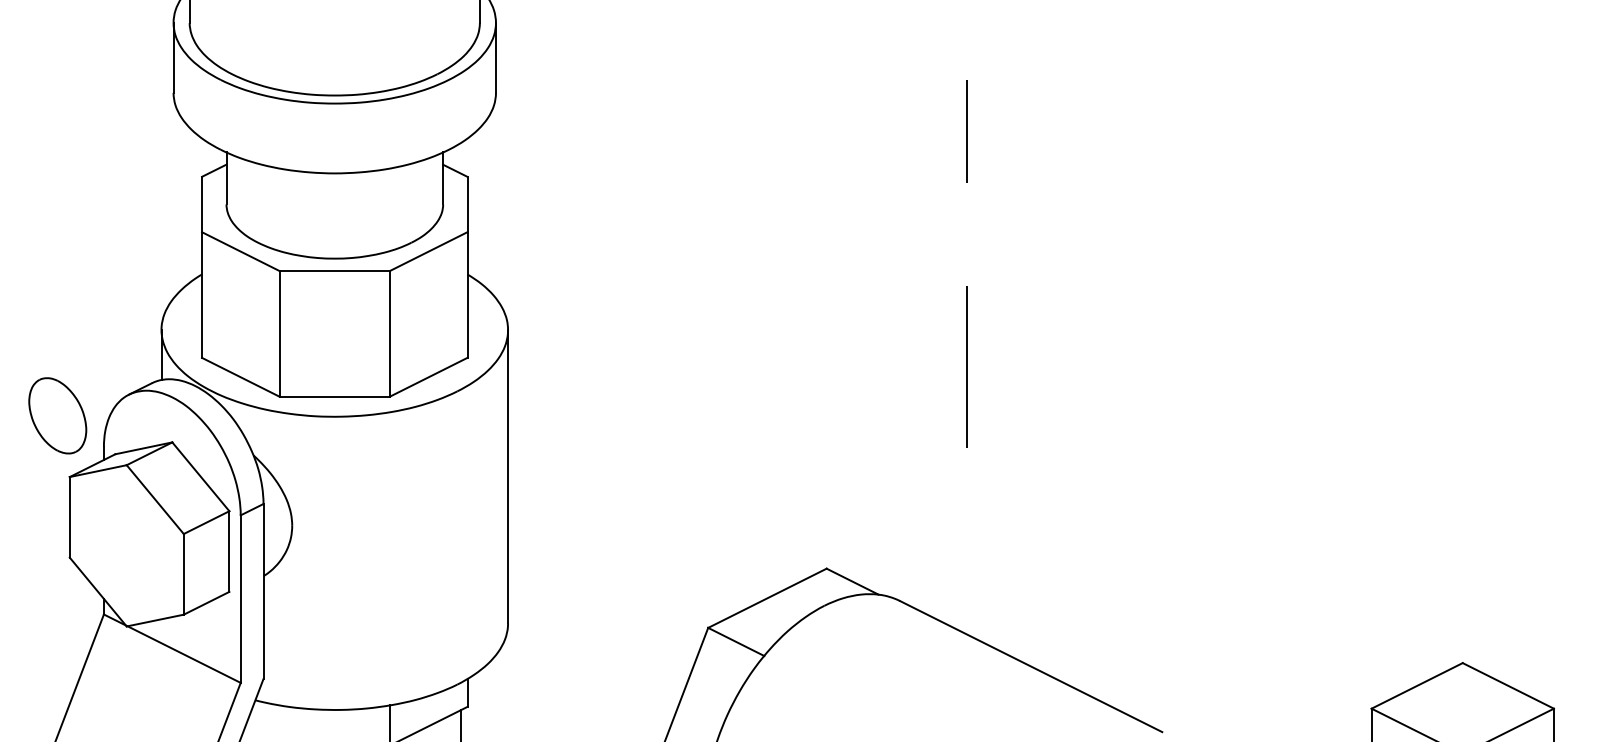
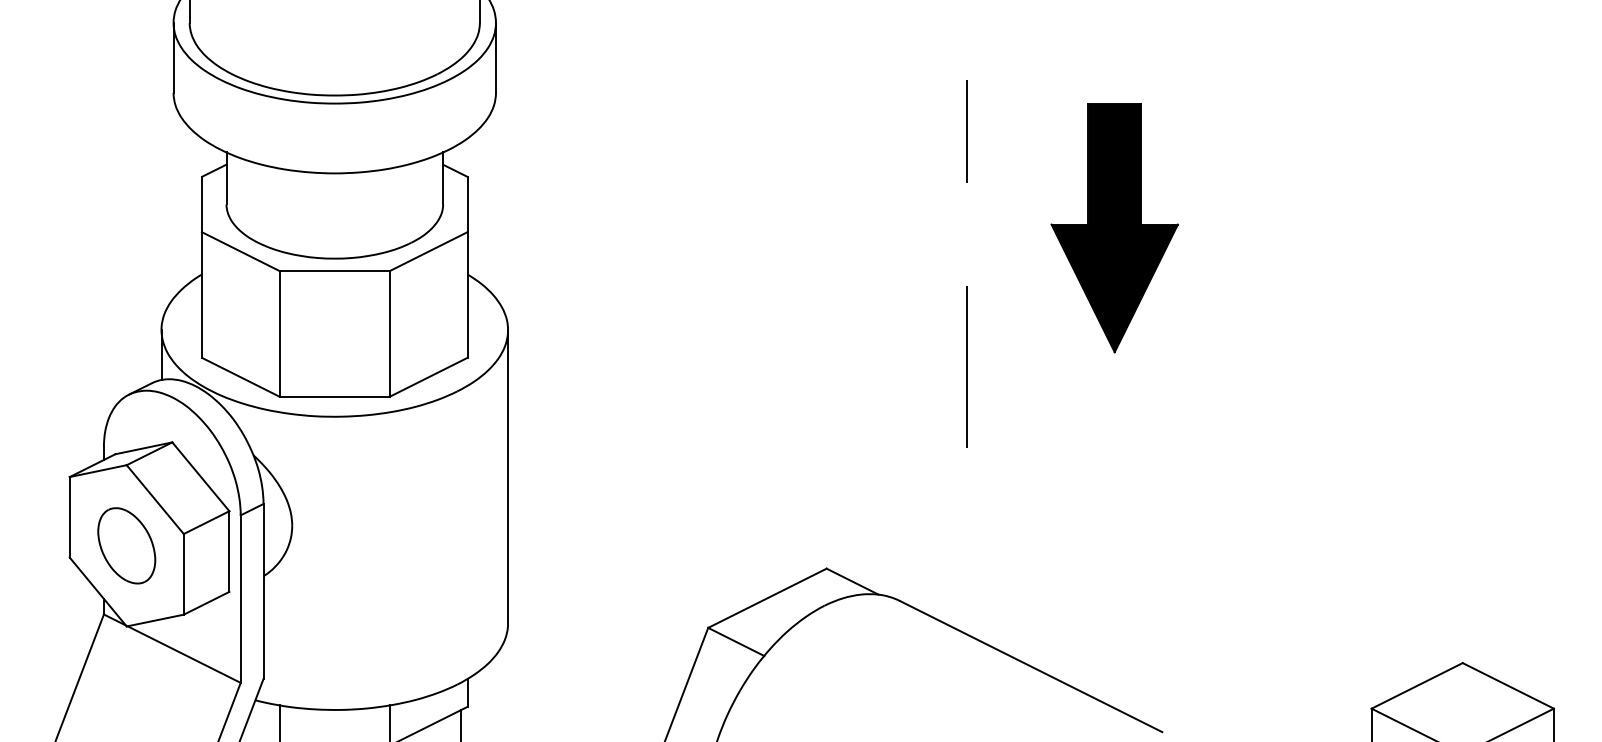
part at (1114, 228): none -> present
part at (57, 415) position: (57, 415) -> (126, 545)
line at (279, 721): none -> present
